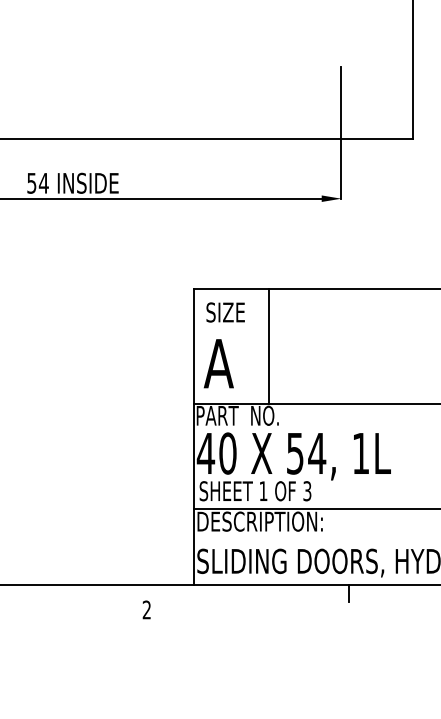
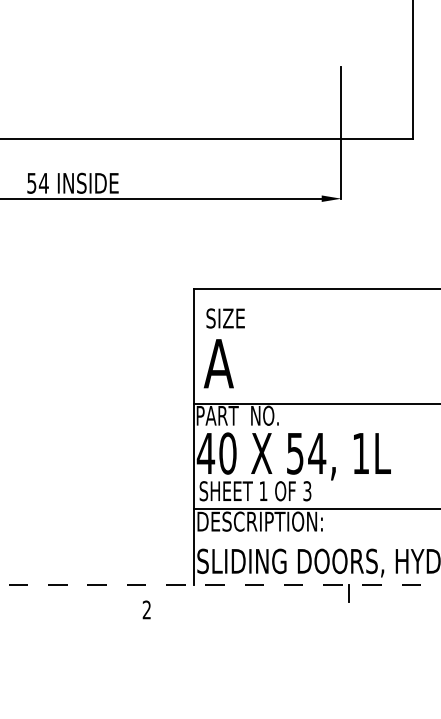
text at (225, 312) position: (225, 312) -> (225, 318)
line at (268, 346): present -> none
line at (220, 585): solid -> dashed
